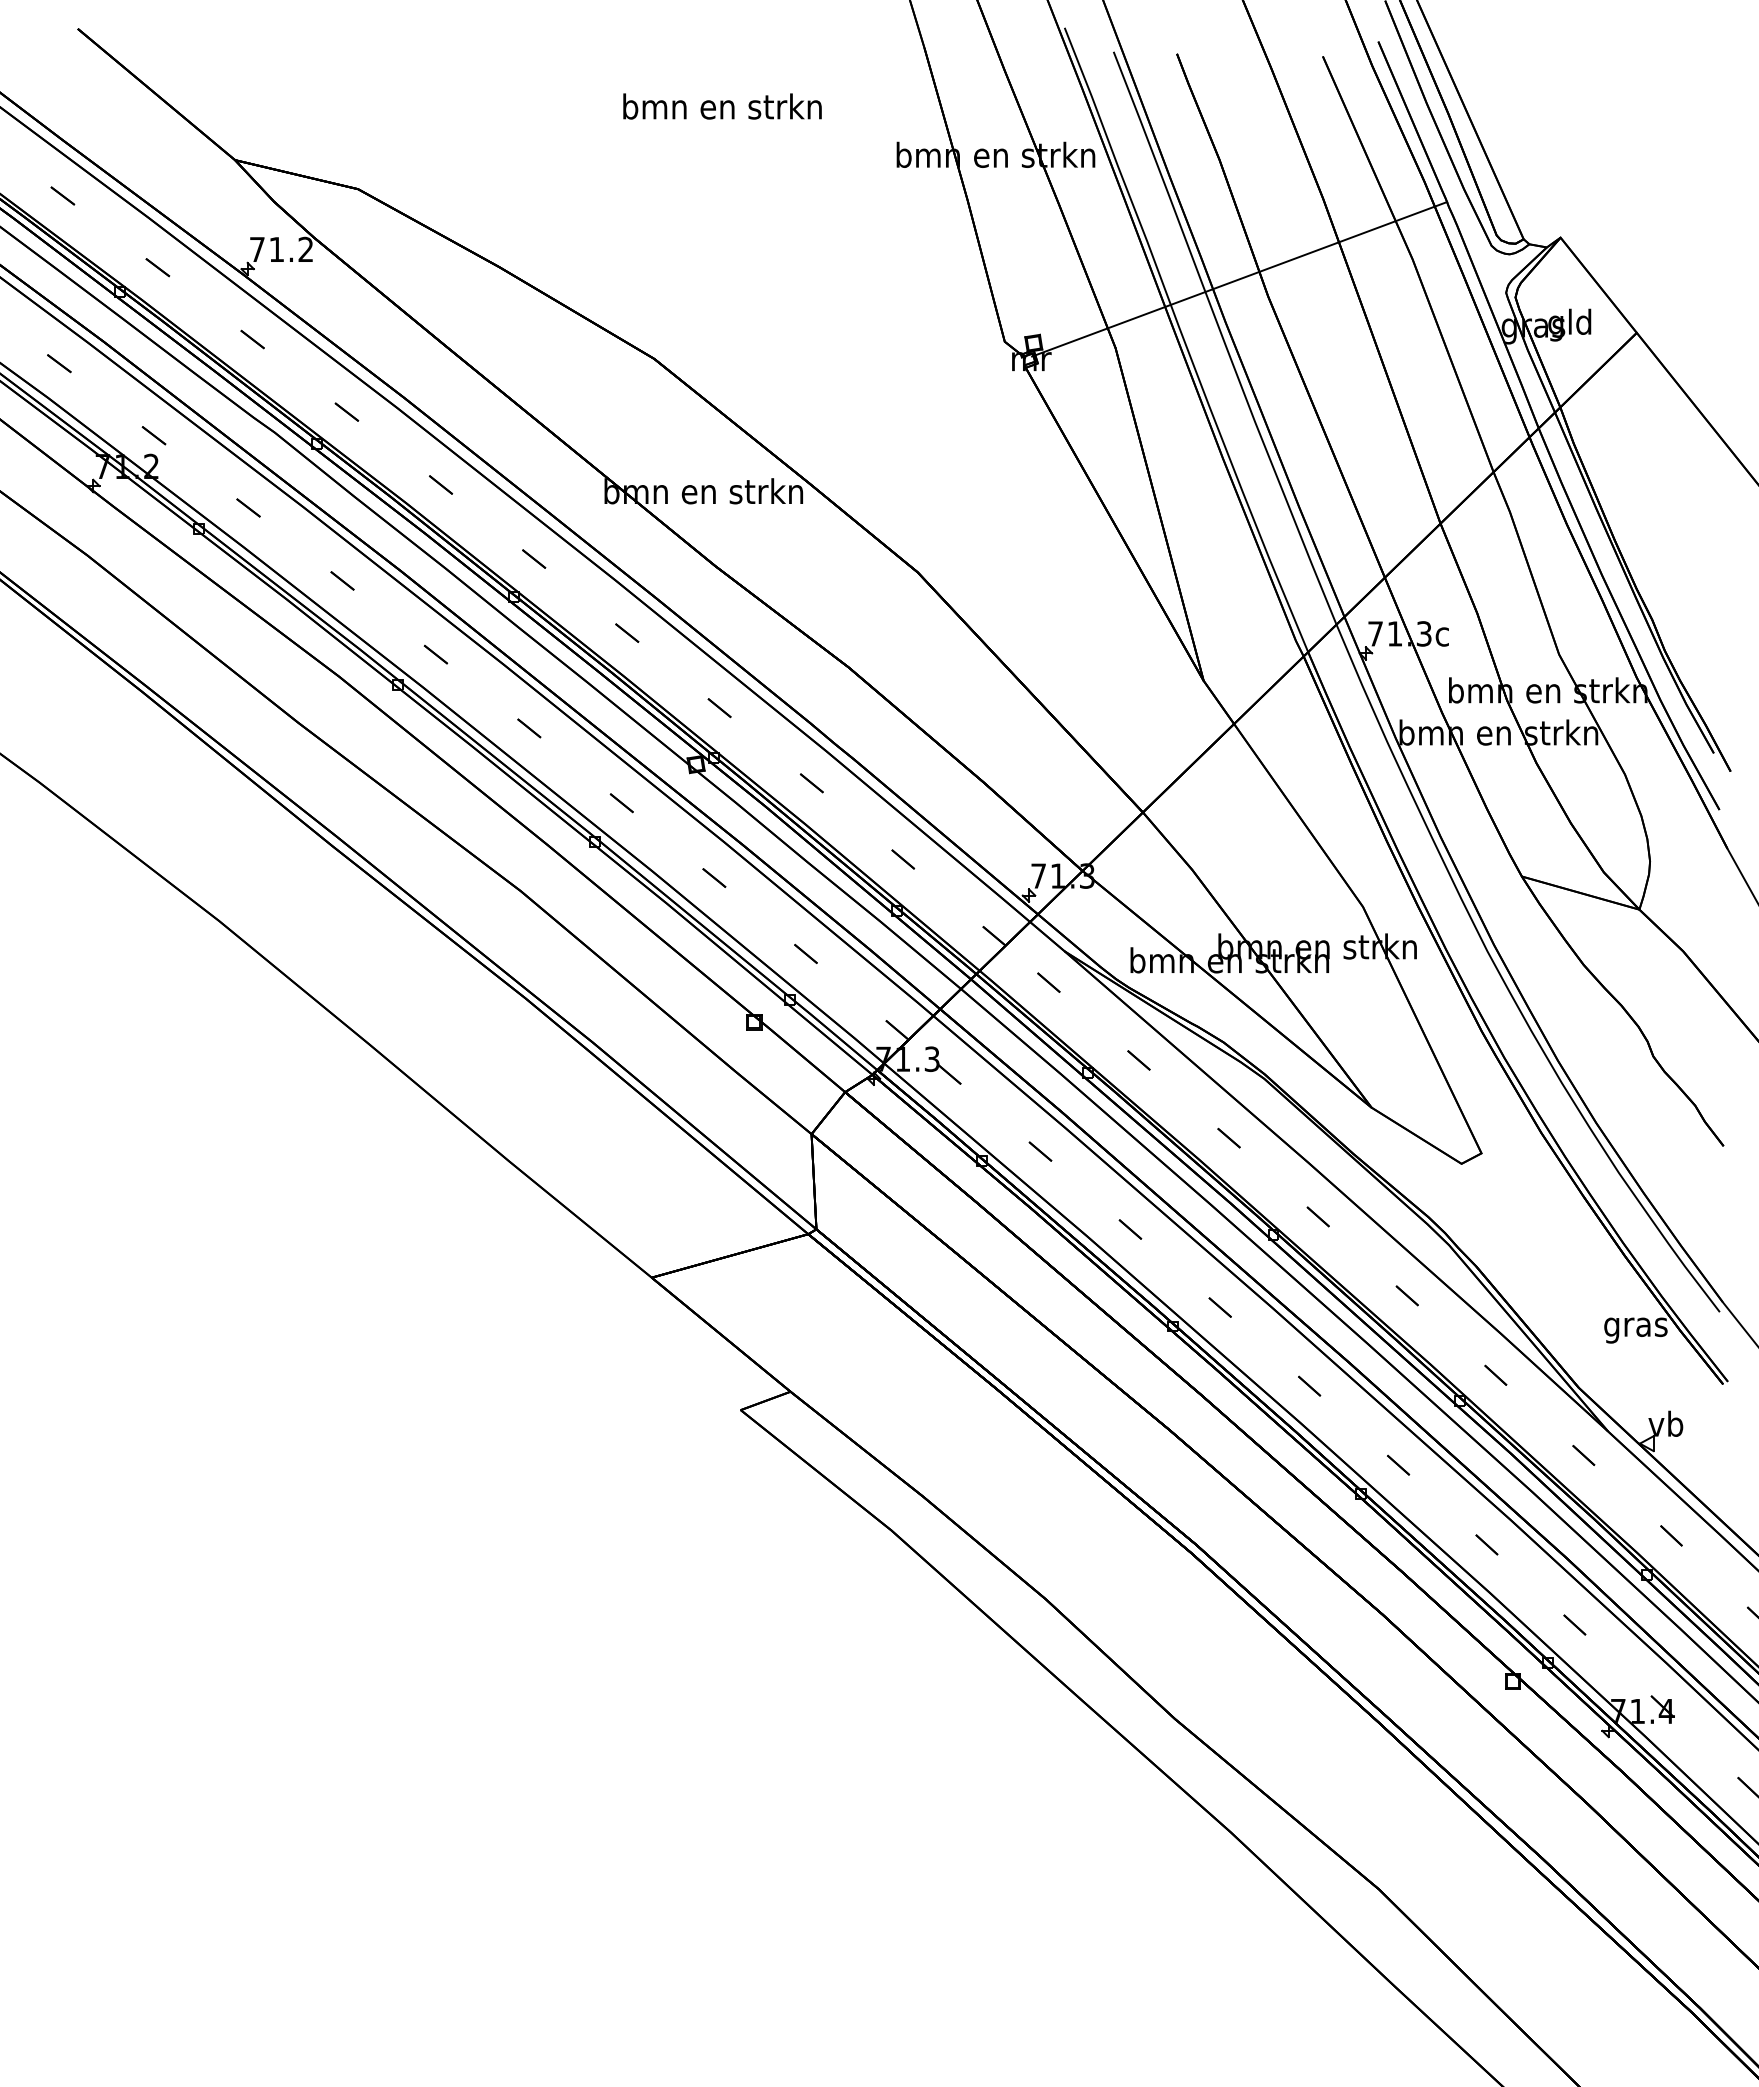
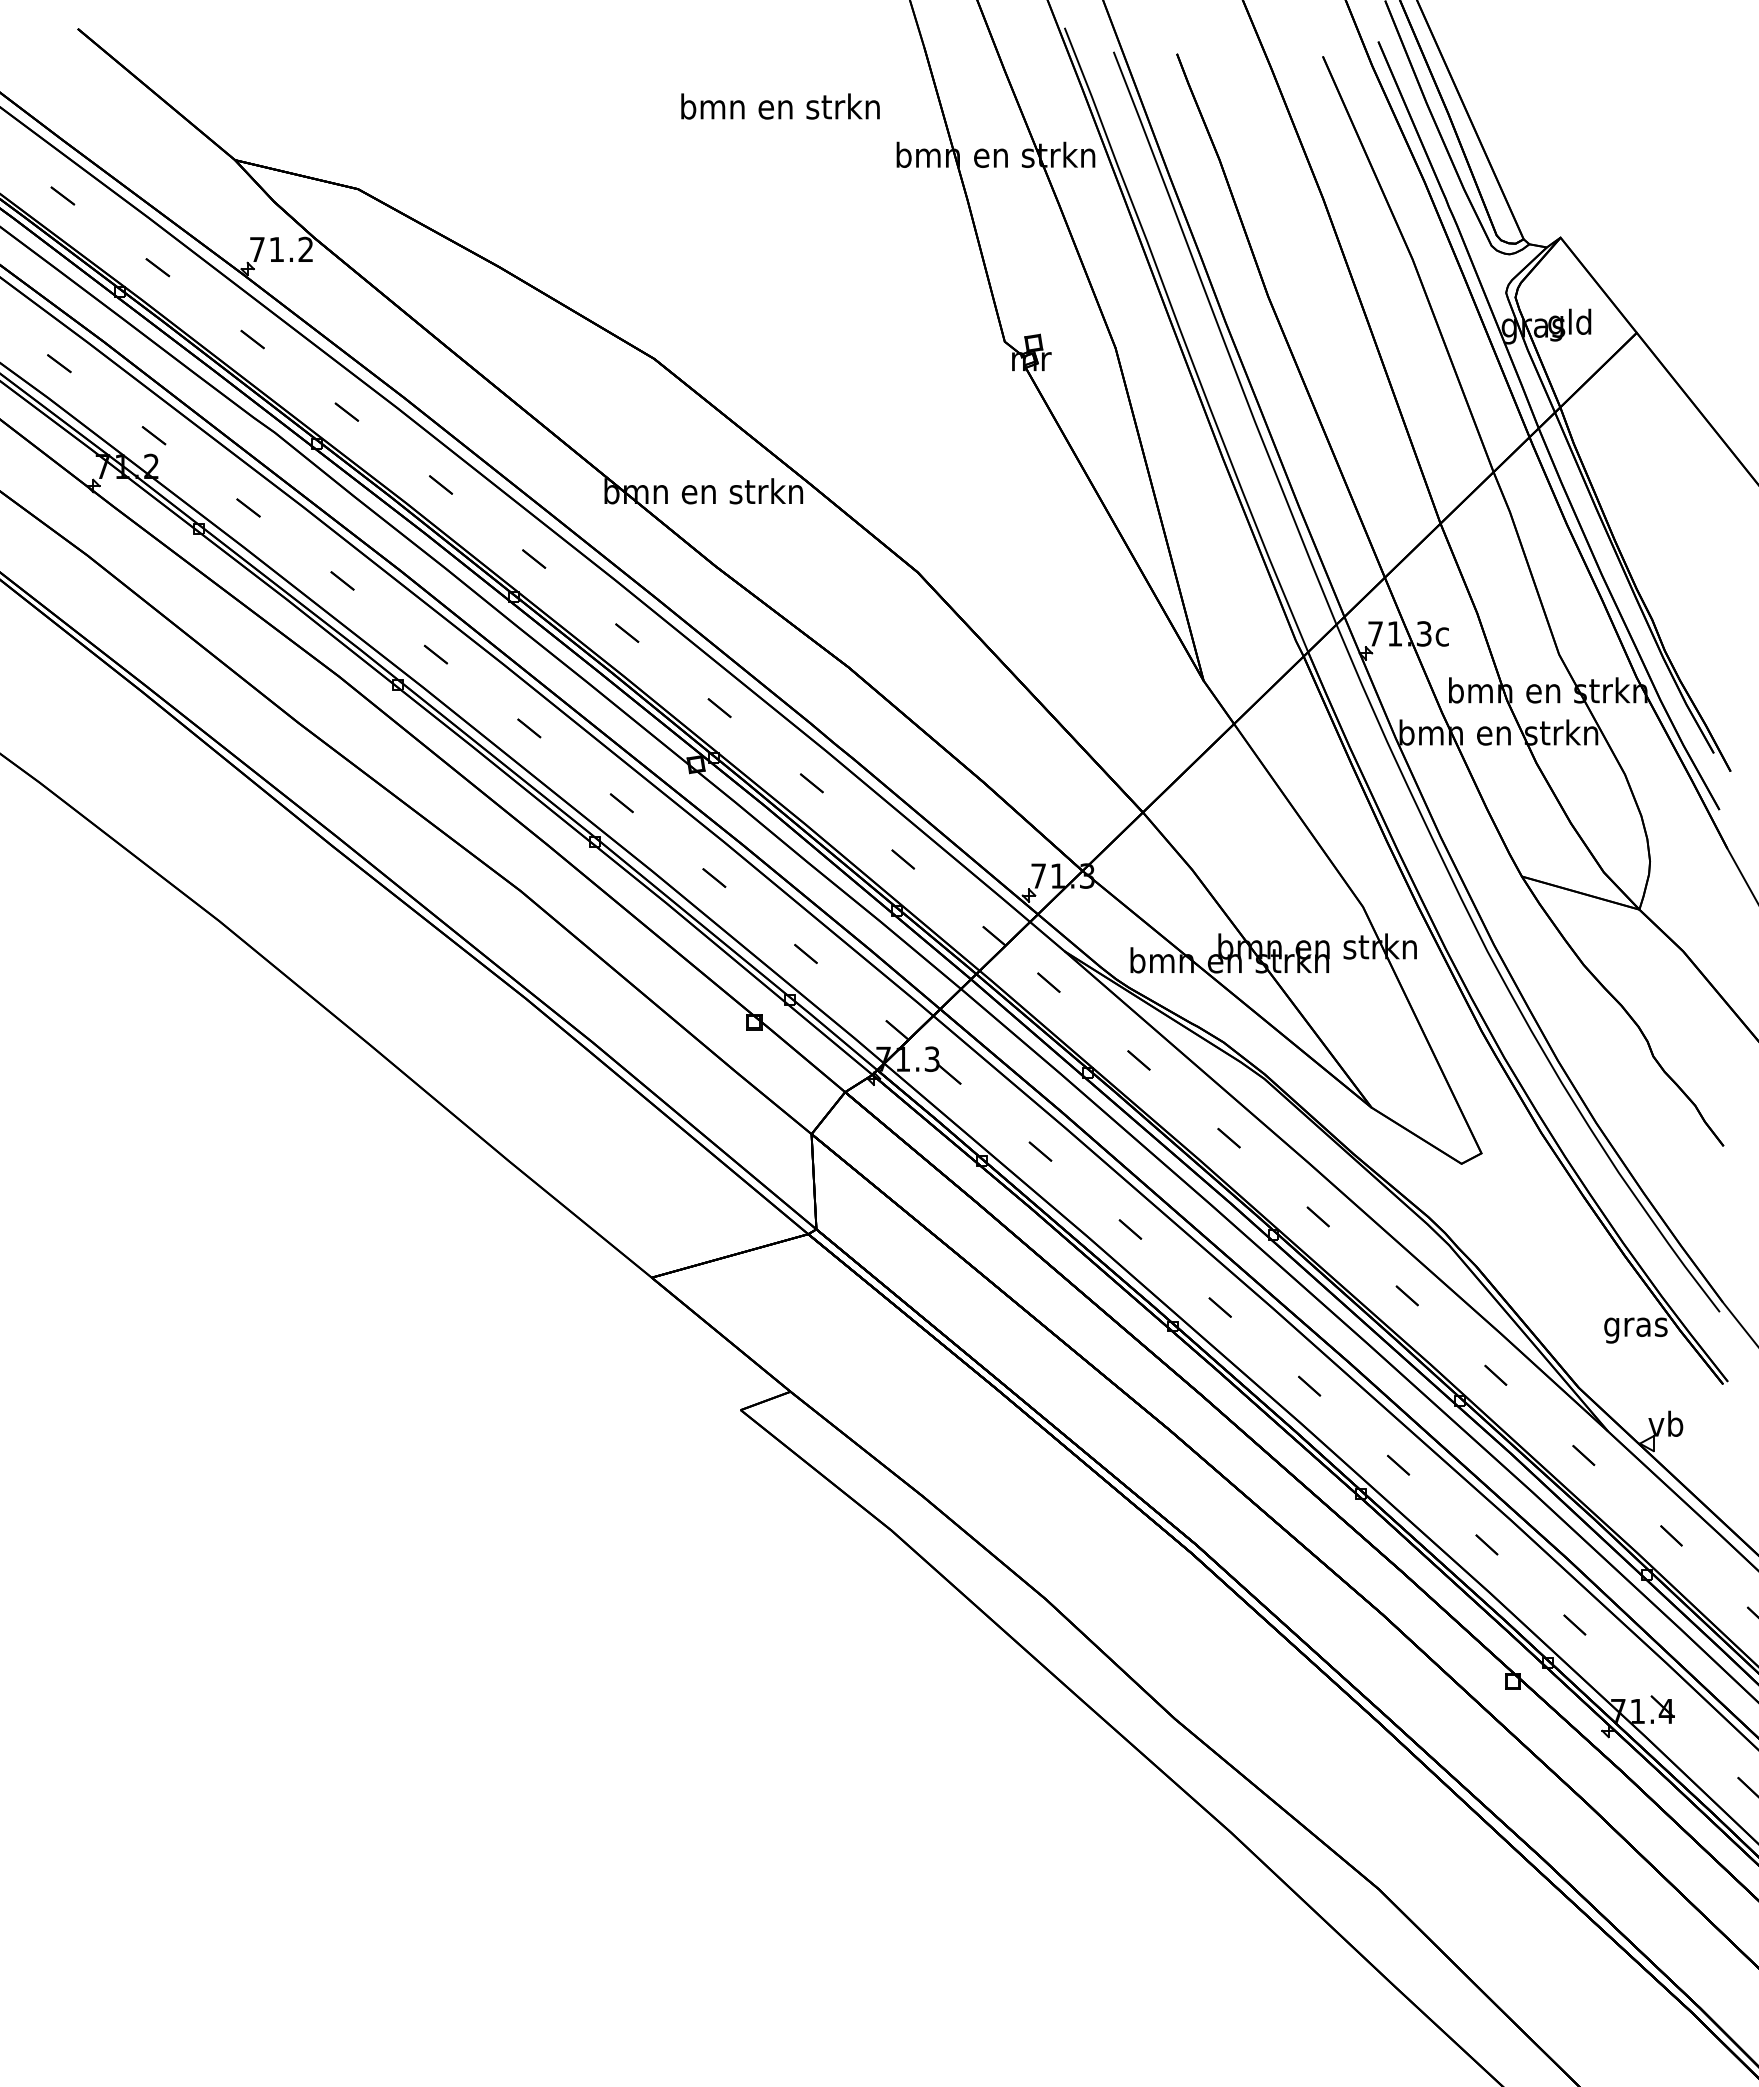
text at (722, 106) position: (722, 106) -> (780, 106)
line at (1239, 279): present -> none
